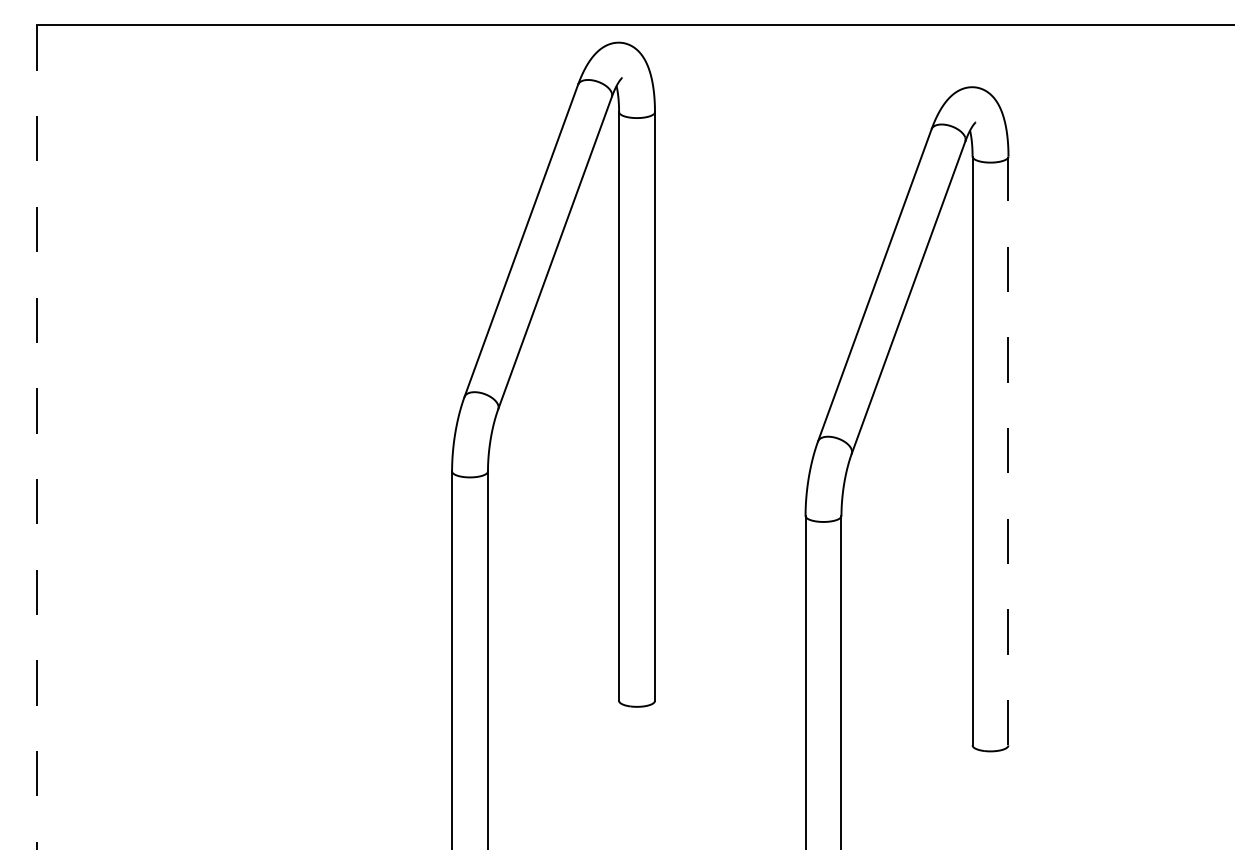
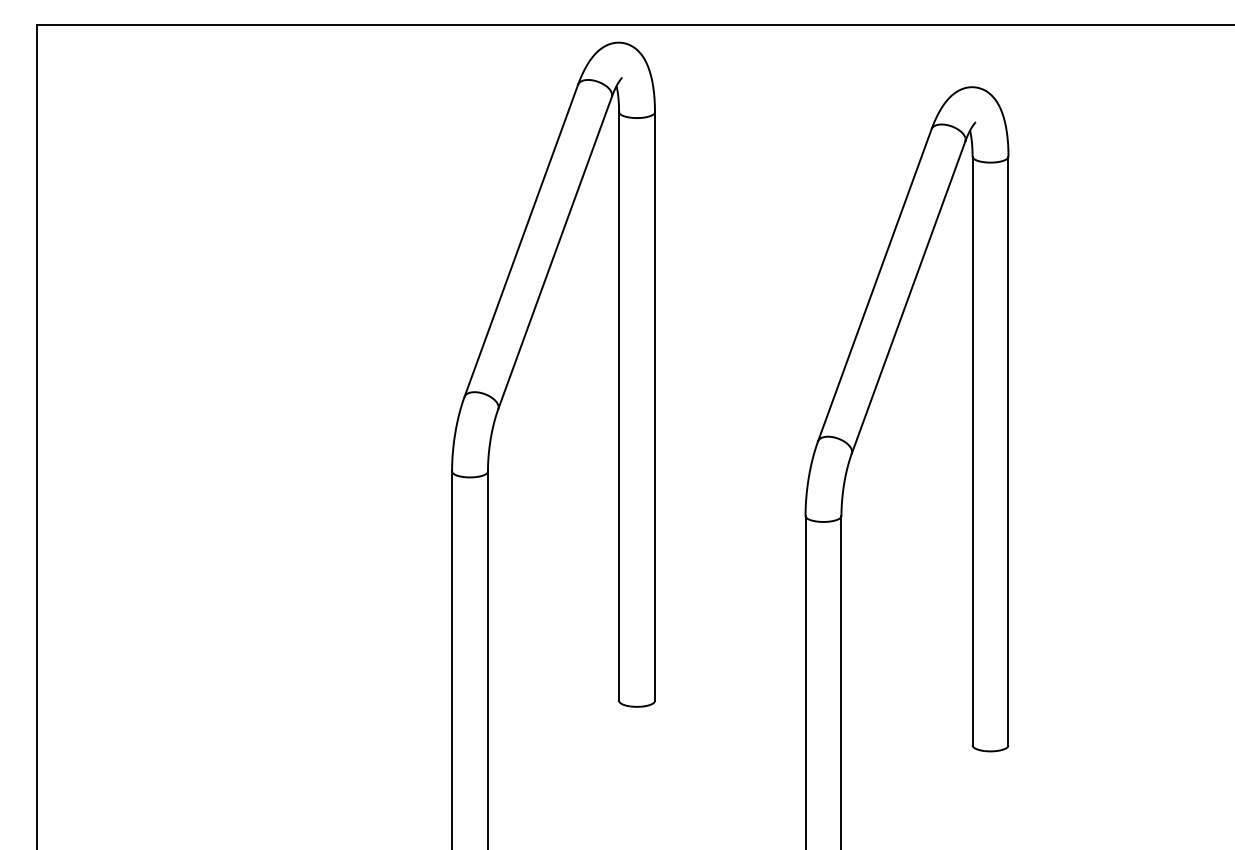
line at (37, 437): dashed -> solid
line at (1008, 450): dashed -> solid
